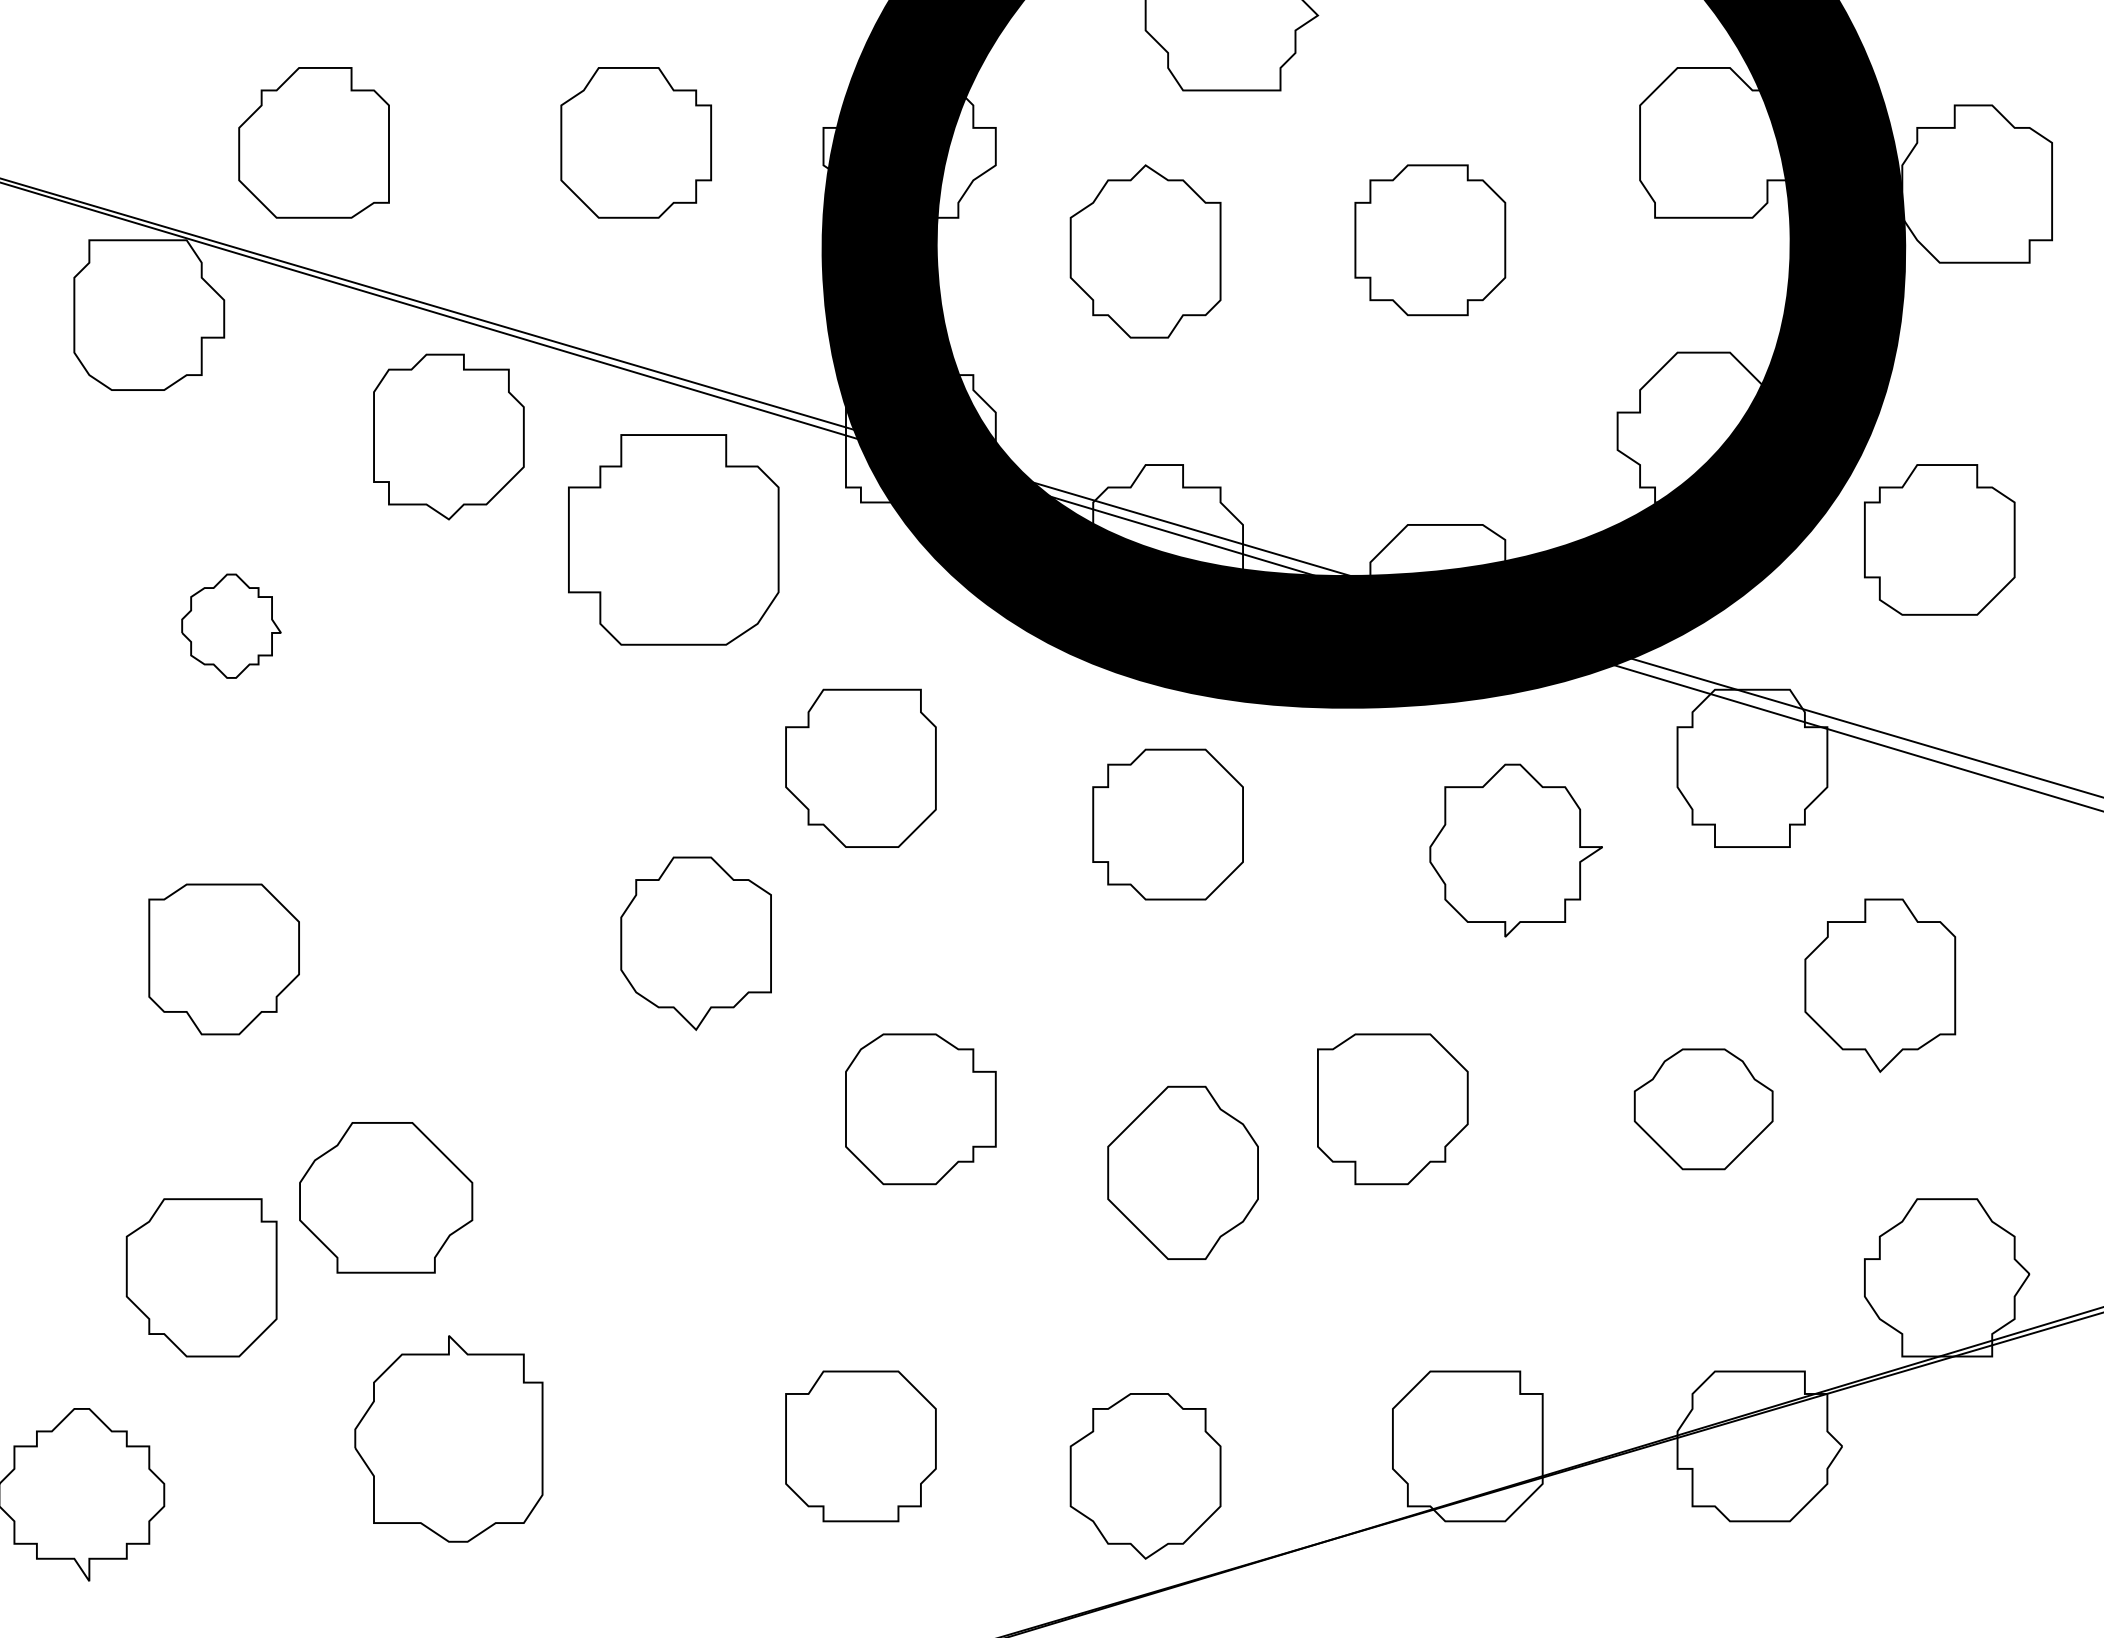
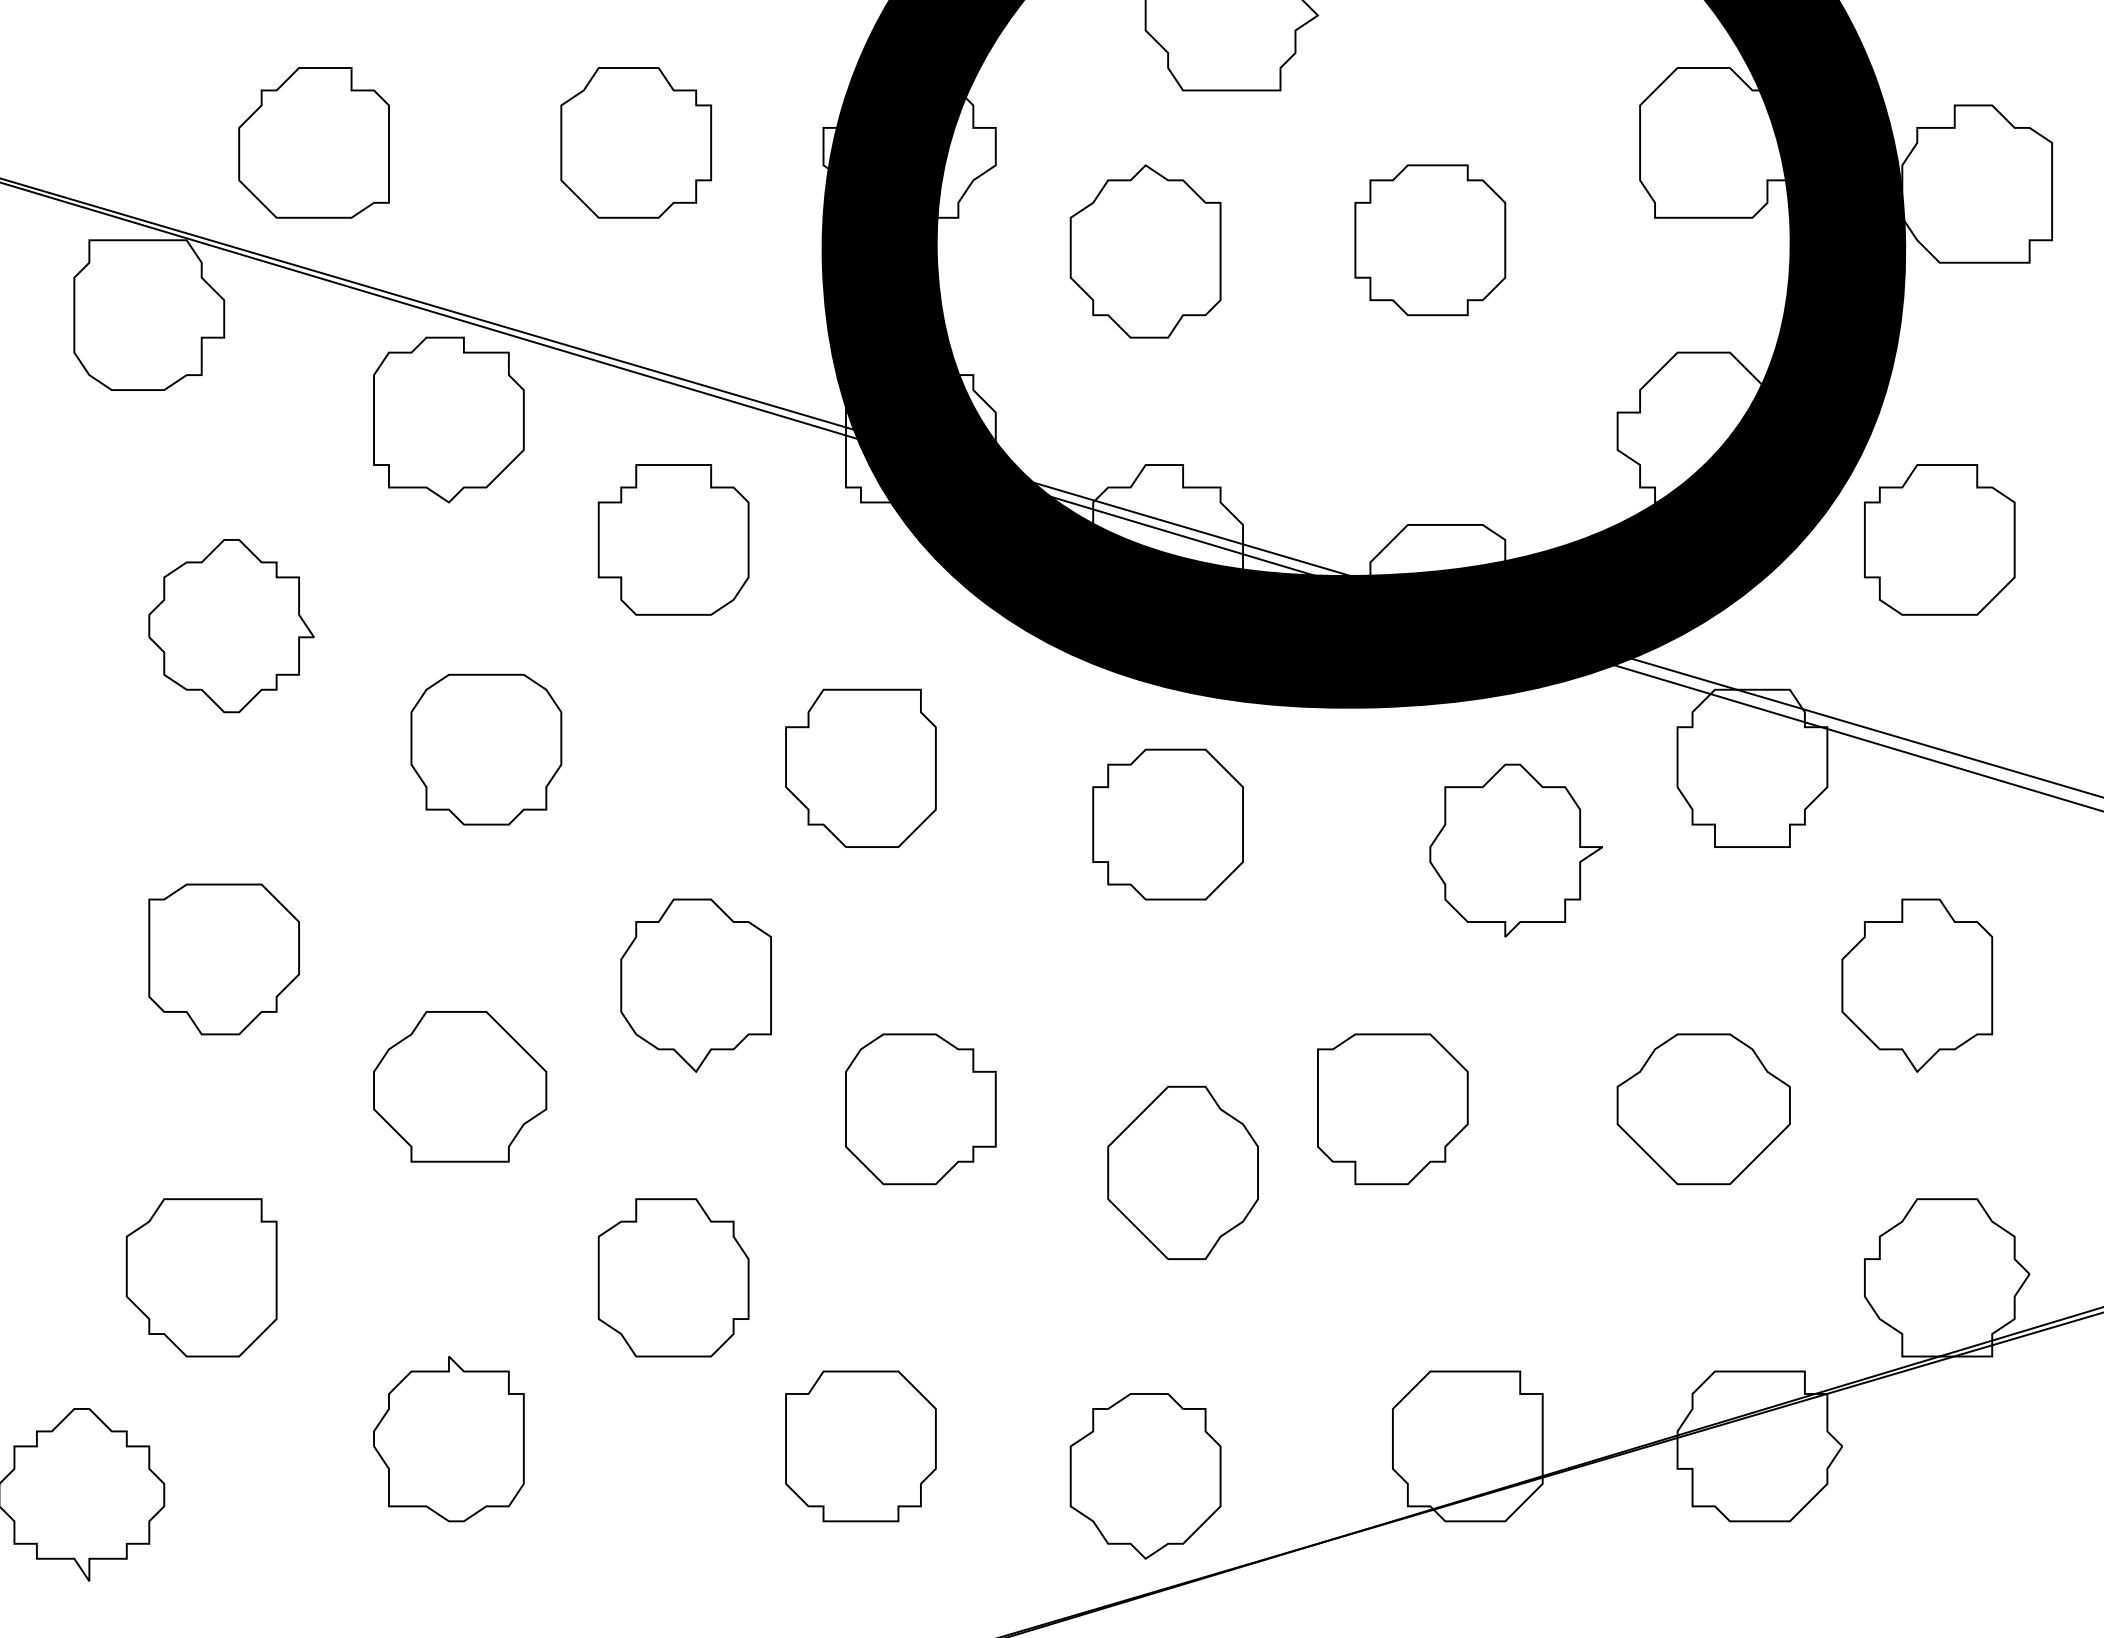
part at (448, 436) position: (448, 436) -> (448, 419)
part at (673, 539) size: 212x212 px -> 153x152 px
part at (231, 625) size: 101x106 px -> 167x175 px
part at (486, 749): none -> present
part at (695, 943) position: (695, 943) -> (695, 985)
part at (1880, 985) position: (1880, 985) -> (1917, 985)
part at (1703, 1109) size: 141x123 px -> 175x153 px
part at (386, 1197) position: (386, 1197) -> (460, 1086)
part at (673, 1277): none -> present
part at (448, 1438) size: 190x208 px -> 152x167 px
